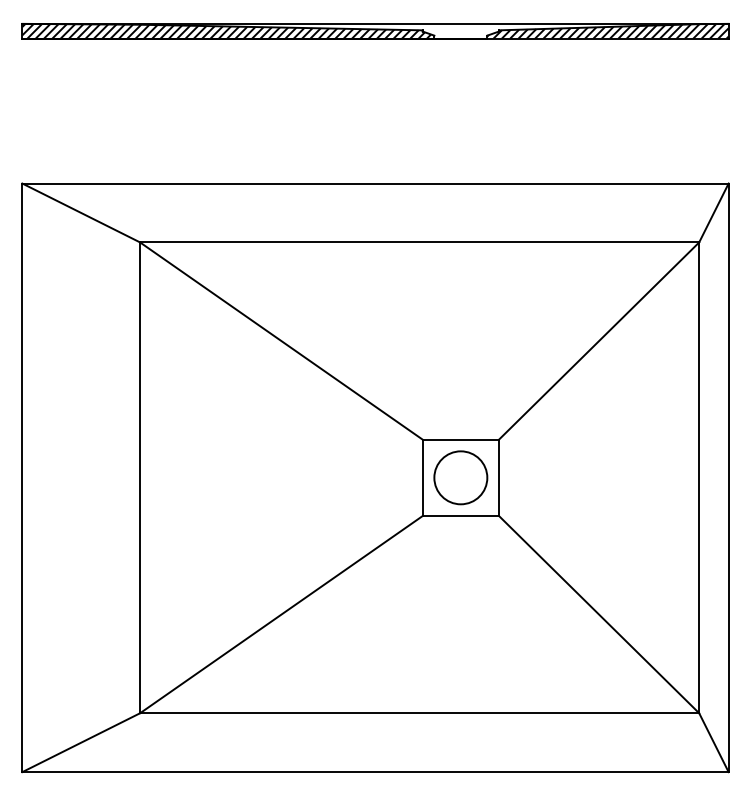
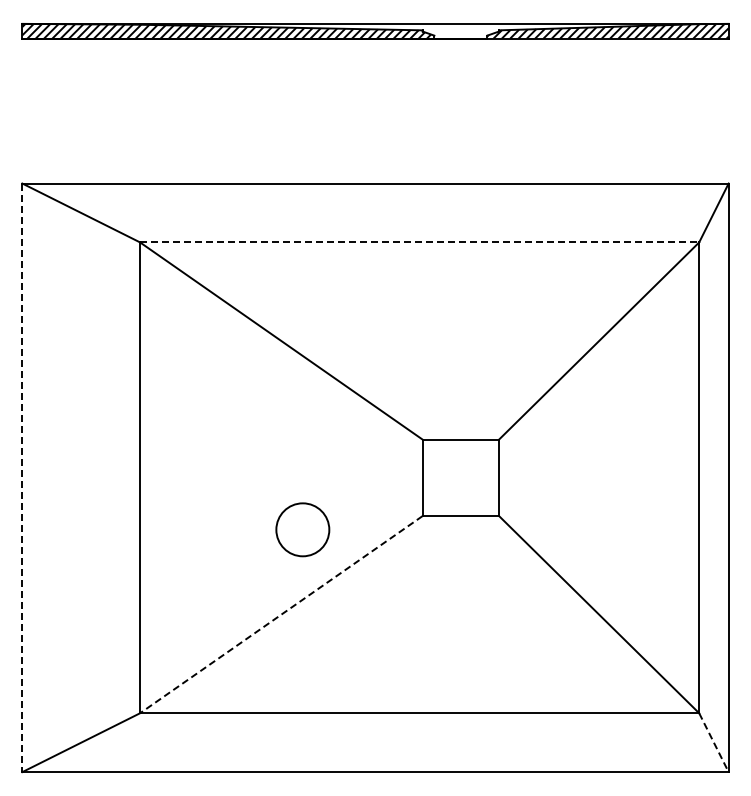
line at (419, 242): solid -> dashed
circle at (460, 477) position: (460, 477) -> (302, 529)
line at (22, 478): solid -> dashed
line at (280, 614): solid -> dashed
line at (713, 742): solid -> dashed
